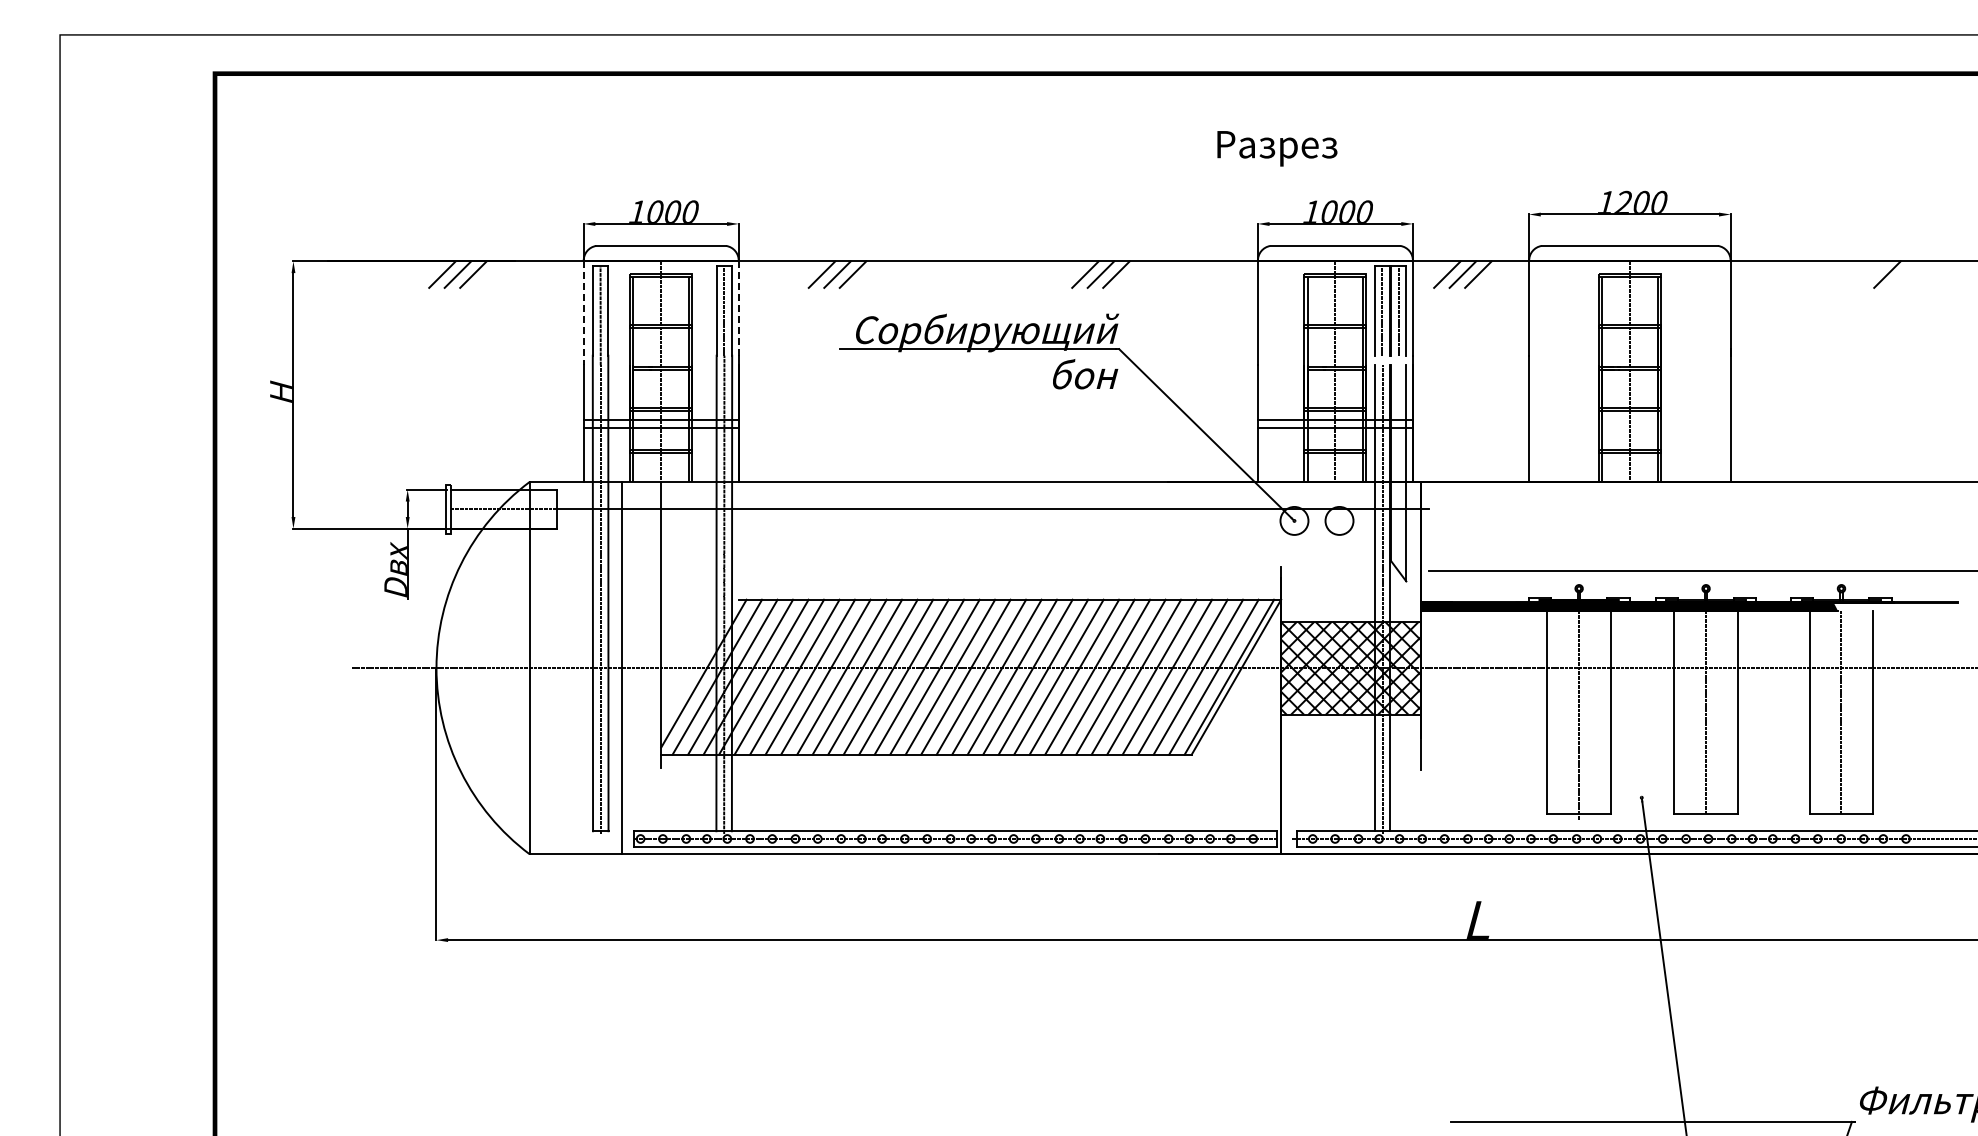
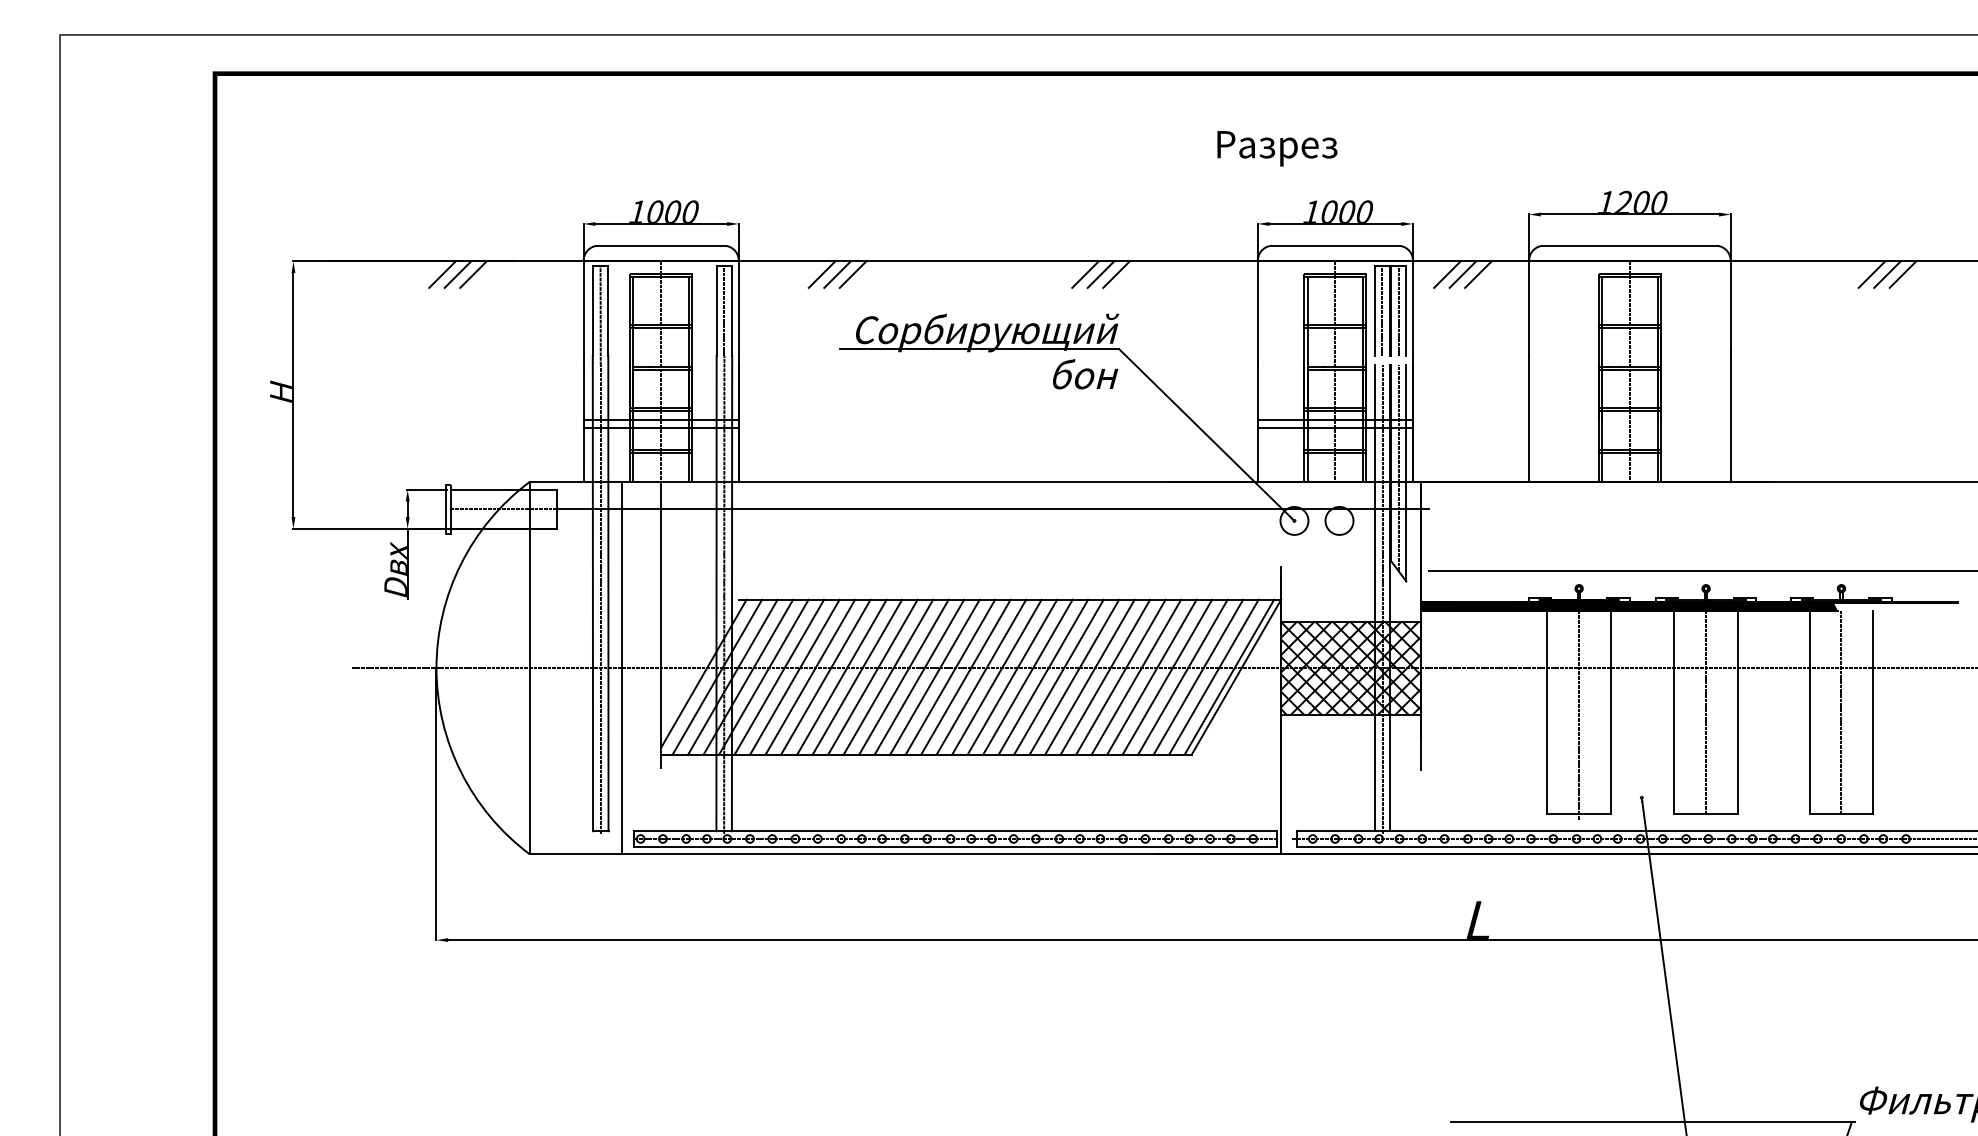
line at (1871, 274): none -> present
line at (1902, 274): none -> present
line at (738, 309): dashed -> solid
line at (583, 313): dashed -> solid
line at (1398, 468): none -> present
